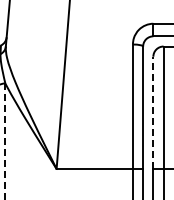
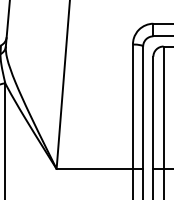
line at (153, 112): dashed -> solid
line at (5, 141): dashed -> solid
